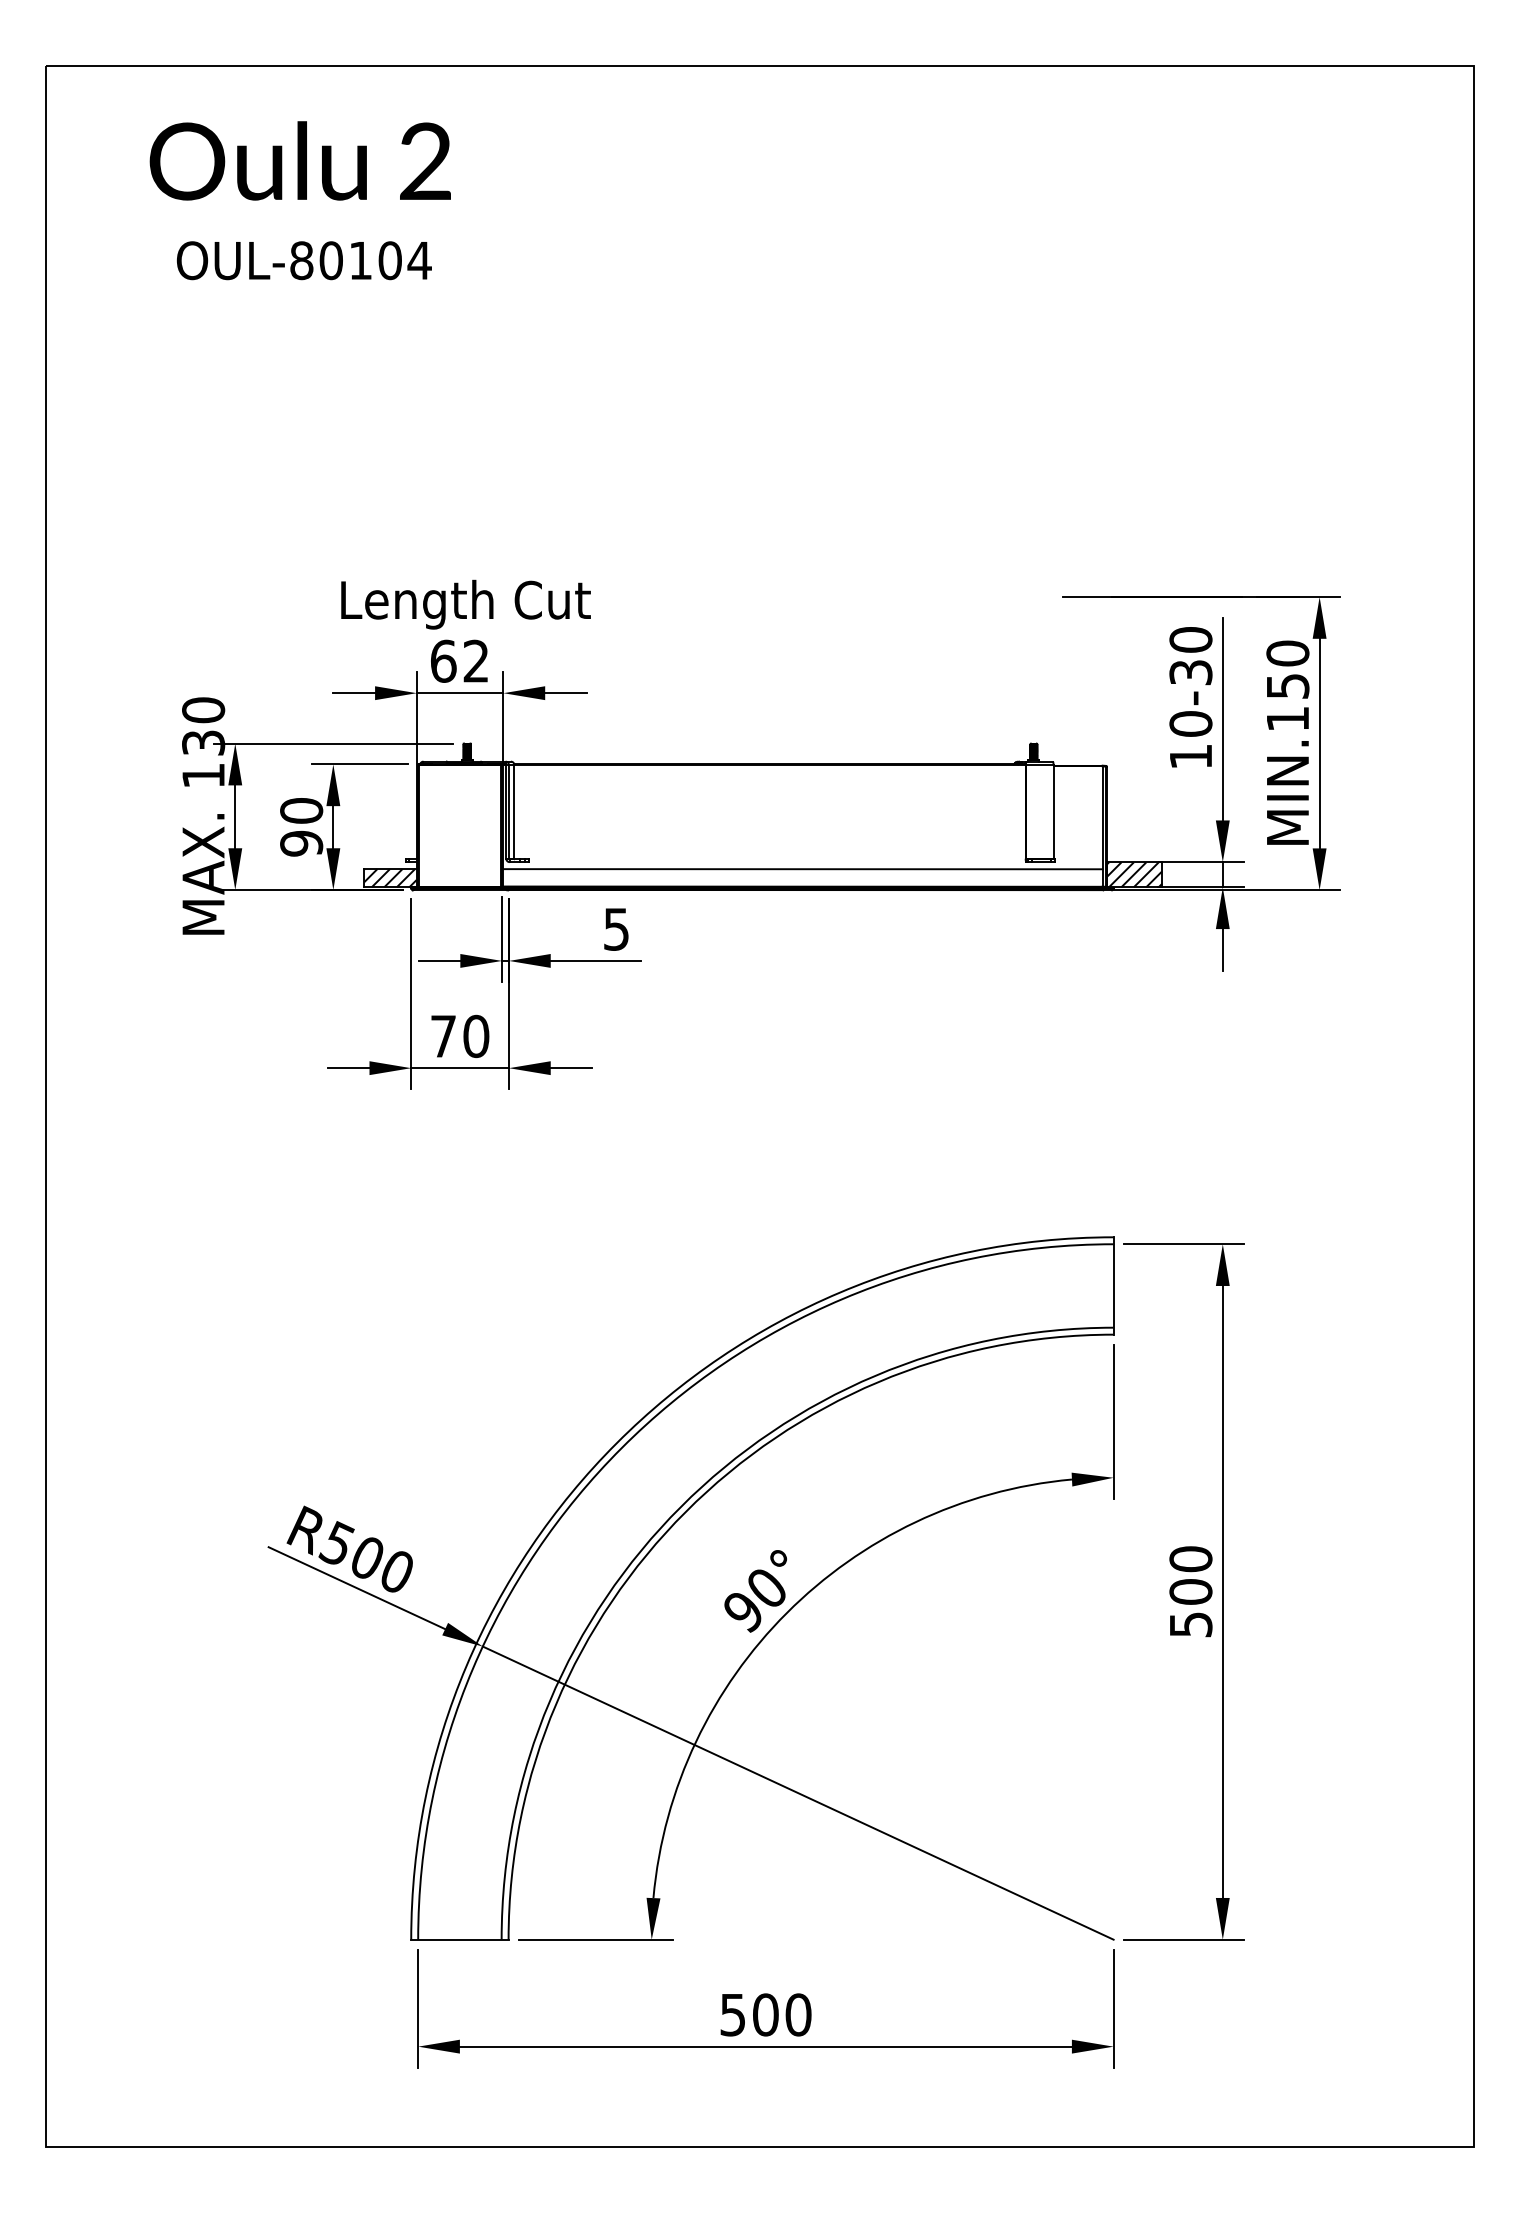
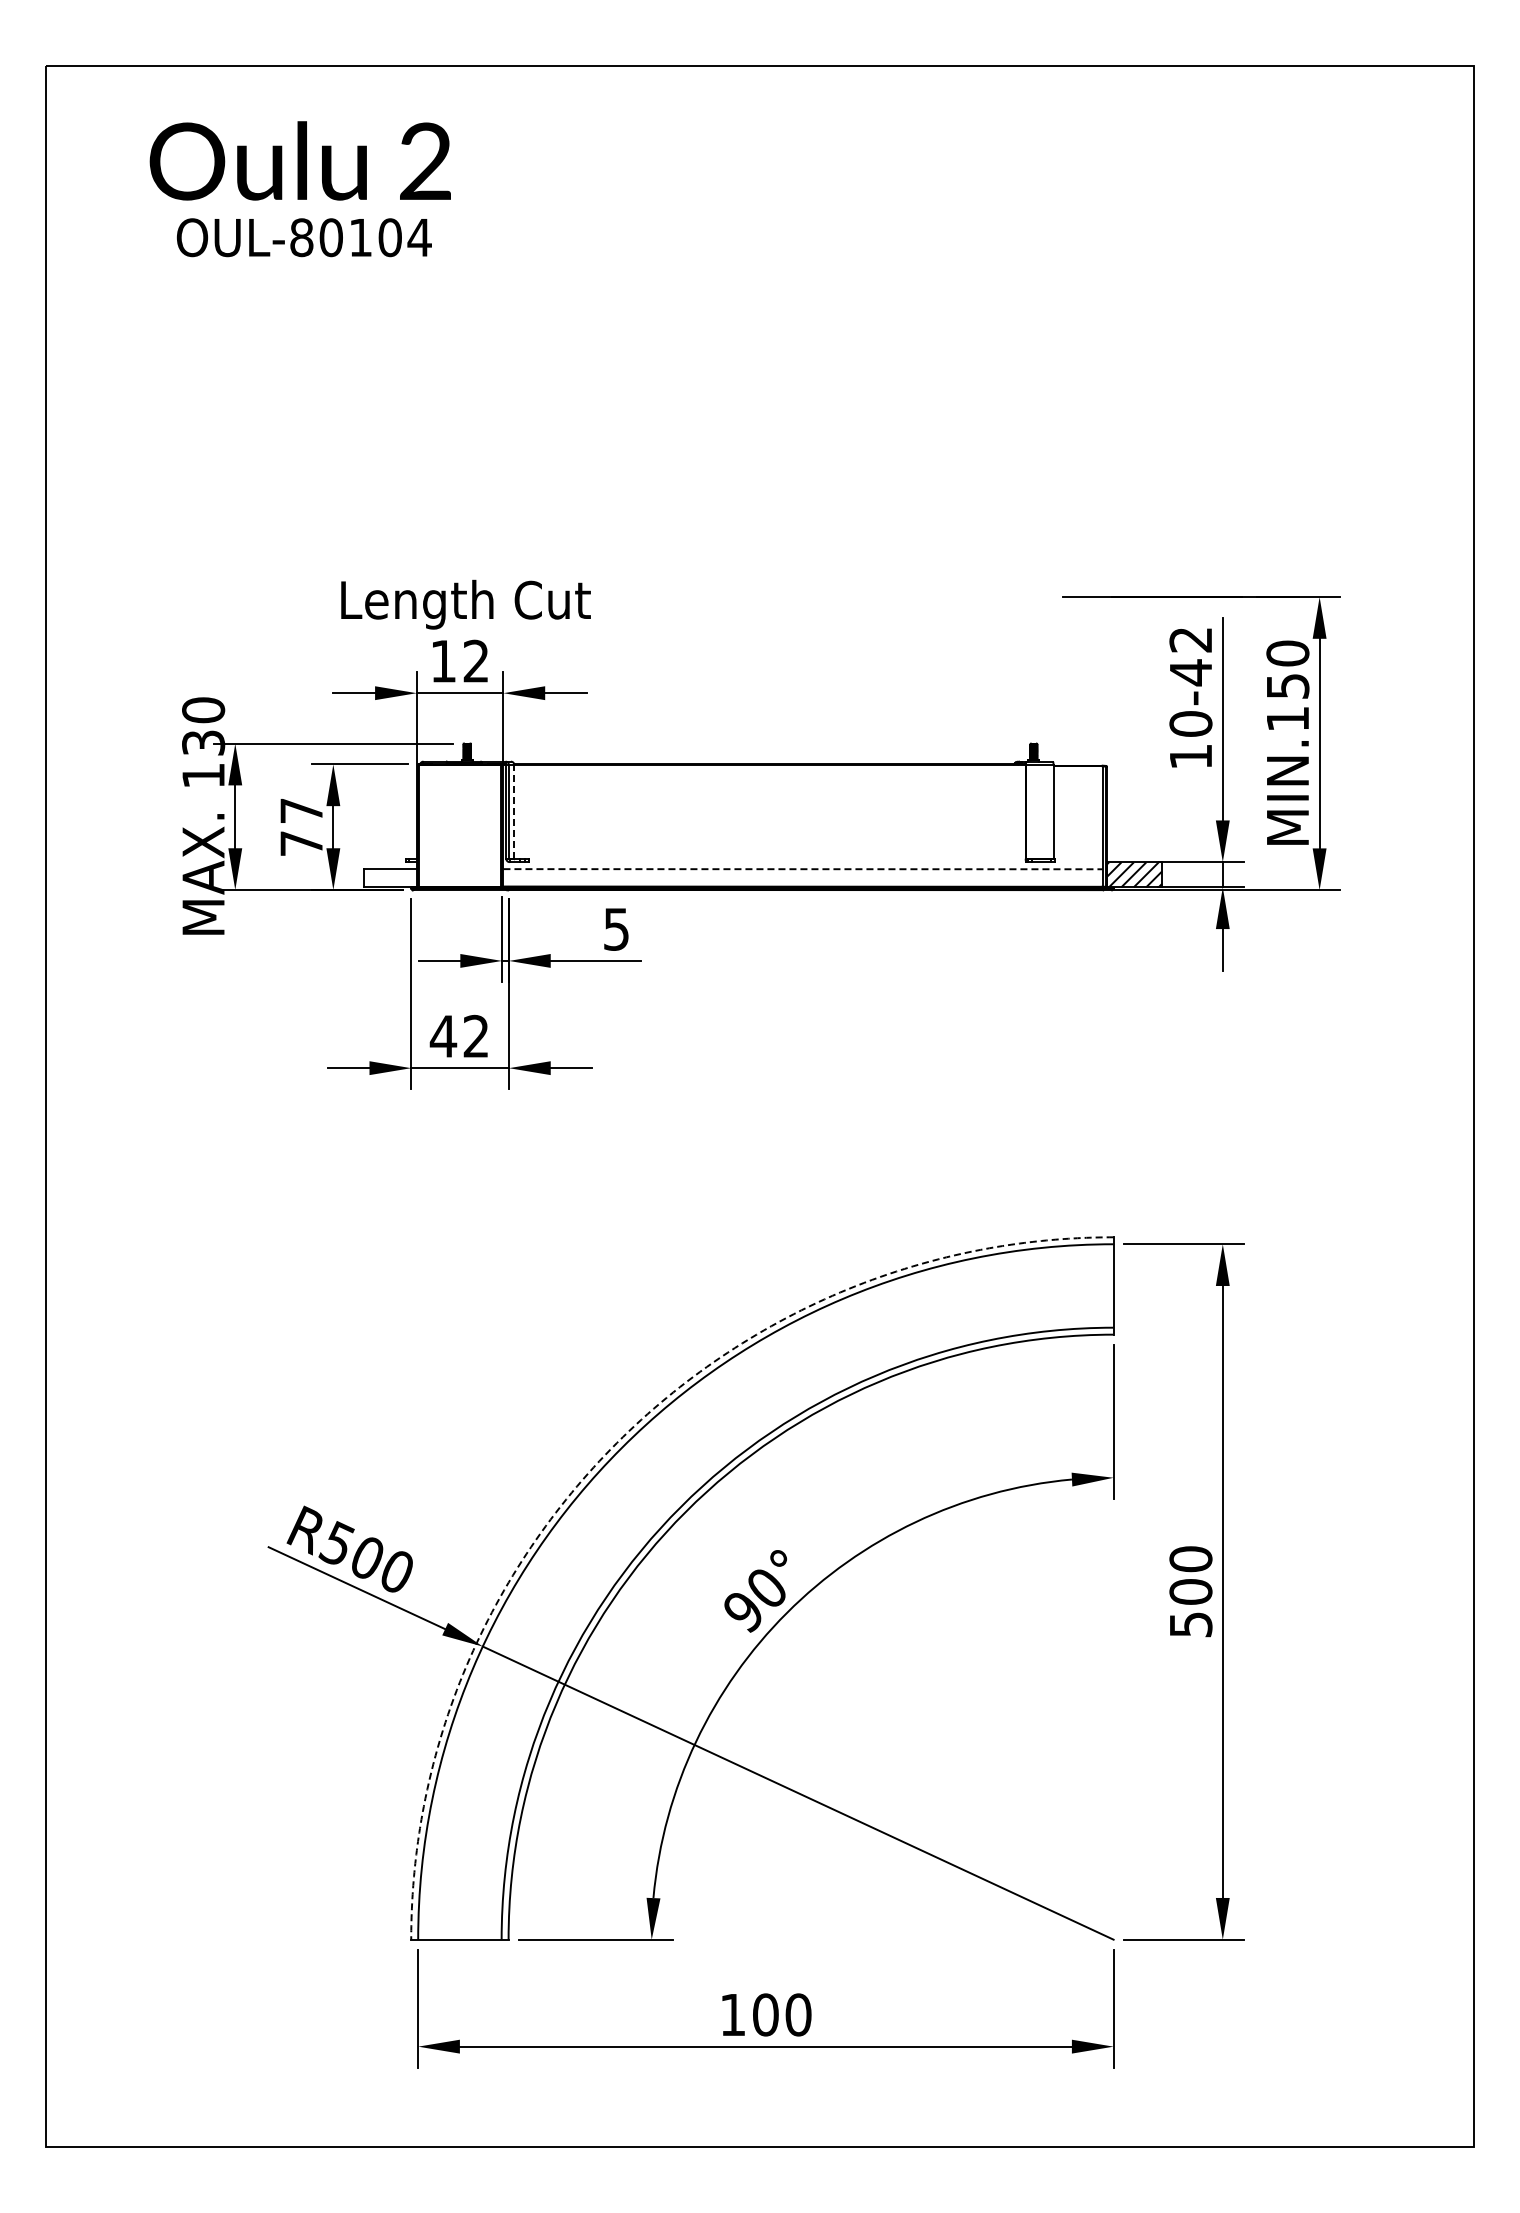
text at (303, 260) position: (303, 260) -> (303, 237)
text at (1190, 656): 10-30 -> 10-42
text at (443, 660): 62 -> 12
line at (514, 811): solid -> dashed
text at (301, 827): 90 -> 77
line at (803, 869): solid -> dashed
hatch at (390, 878): present -> none
text at (459, 1036): 70 -> 42
arc at (616, 1443): solid -> dashed
text at (732, 2015): 500 -> 100
